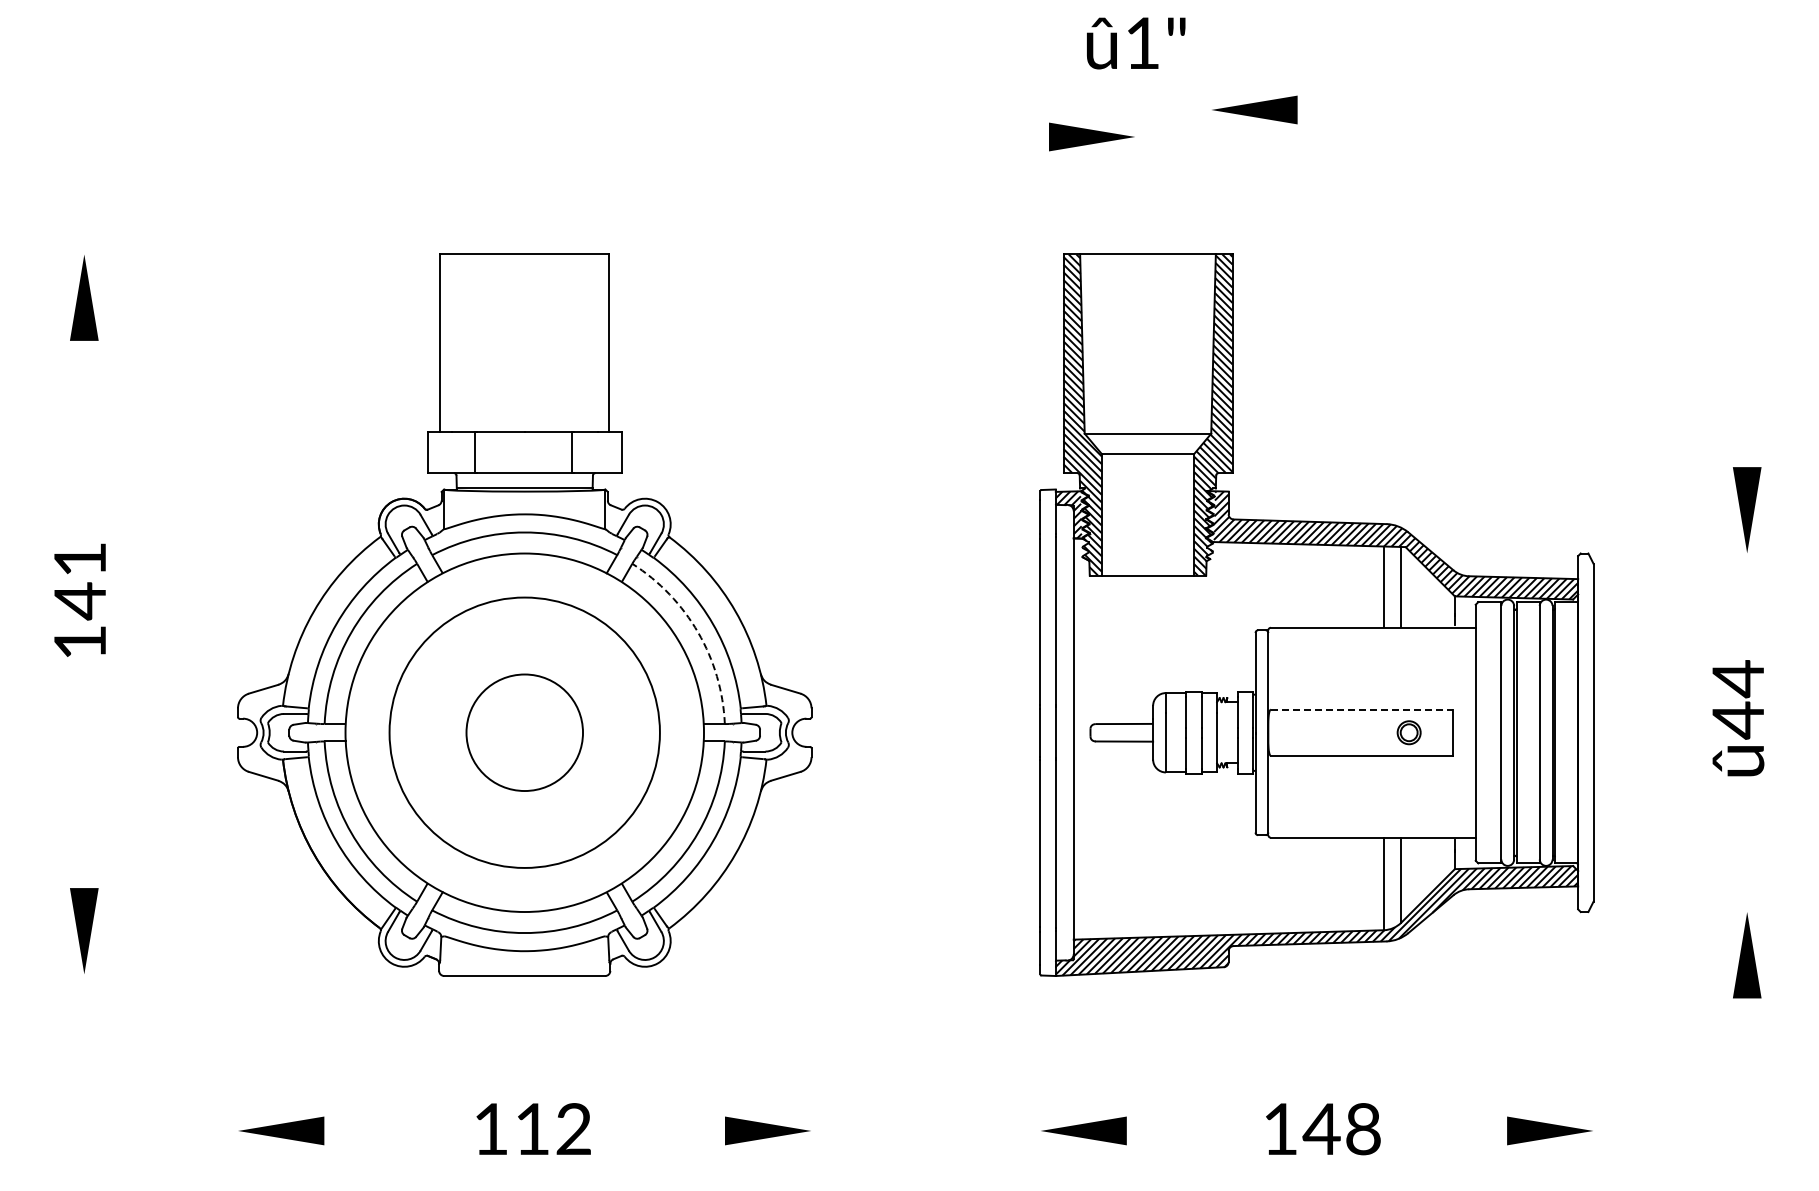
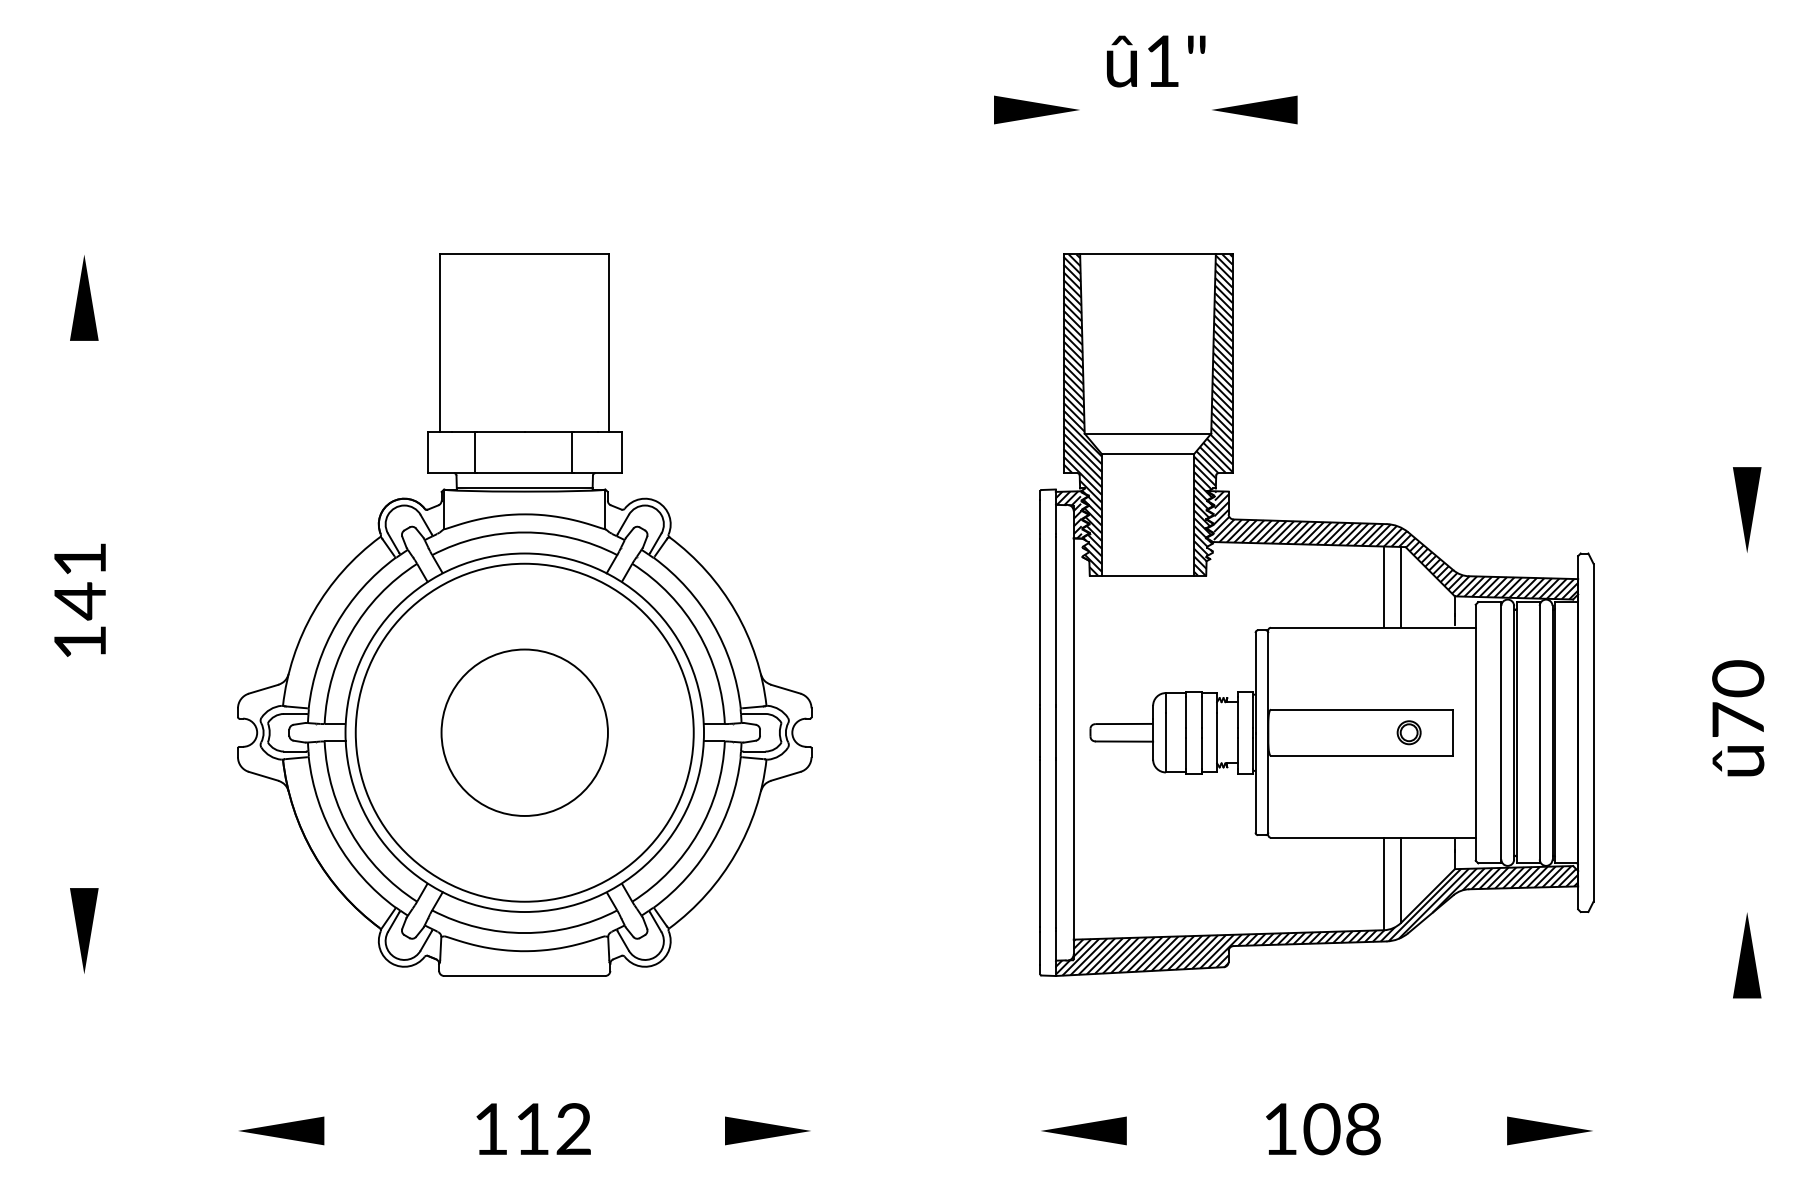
text at (1136, 43) position: (1136, 43) -> (1156, 61)
part at (1091, 136) position: (1091, 136) -> (1036, 109)
arc at (698, 632): dashed -> solid
text at (1738, 699): 44 -> 70
line at (1361, 709): dashed -> solid
circle at (524, 732) diameter: 117 px -> 166 px
circle at (524, 732) diameter: 270 px -> 338 px
text at (1321, 1129): 148 -> 108
